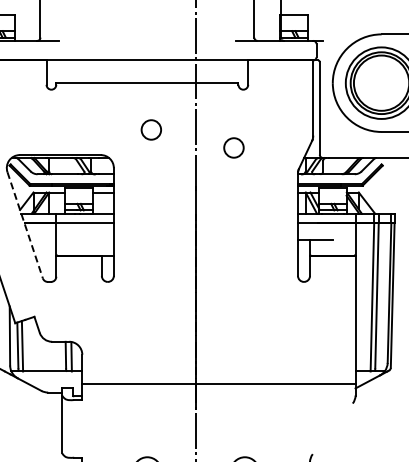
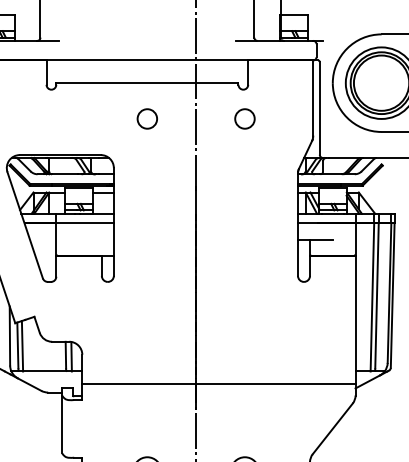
circle at (150, 129) position: (150, 129) -> (146, 118)
circle at (233, 147) position: (233, 147) -> (244, 118)
line at (25, 225): dashed -> solid
line at (332, 428): none -> present
